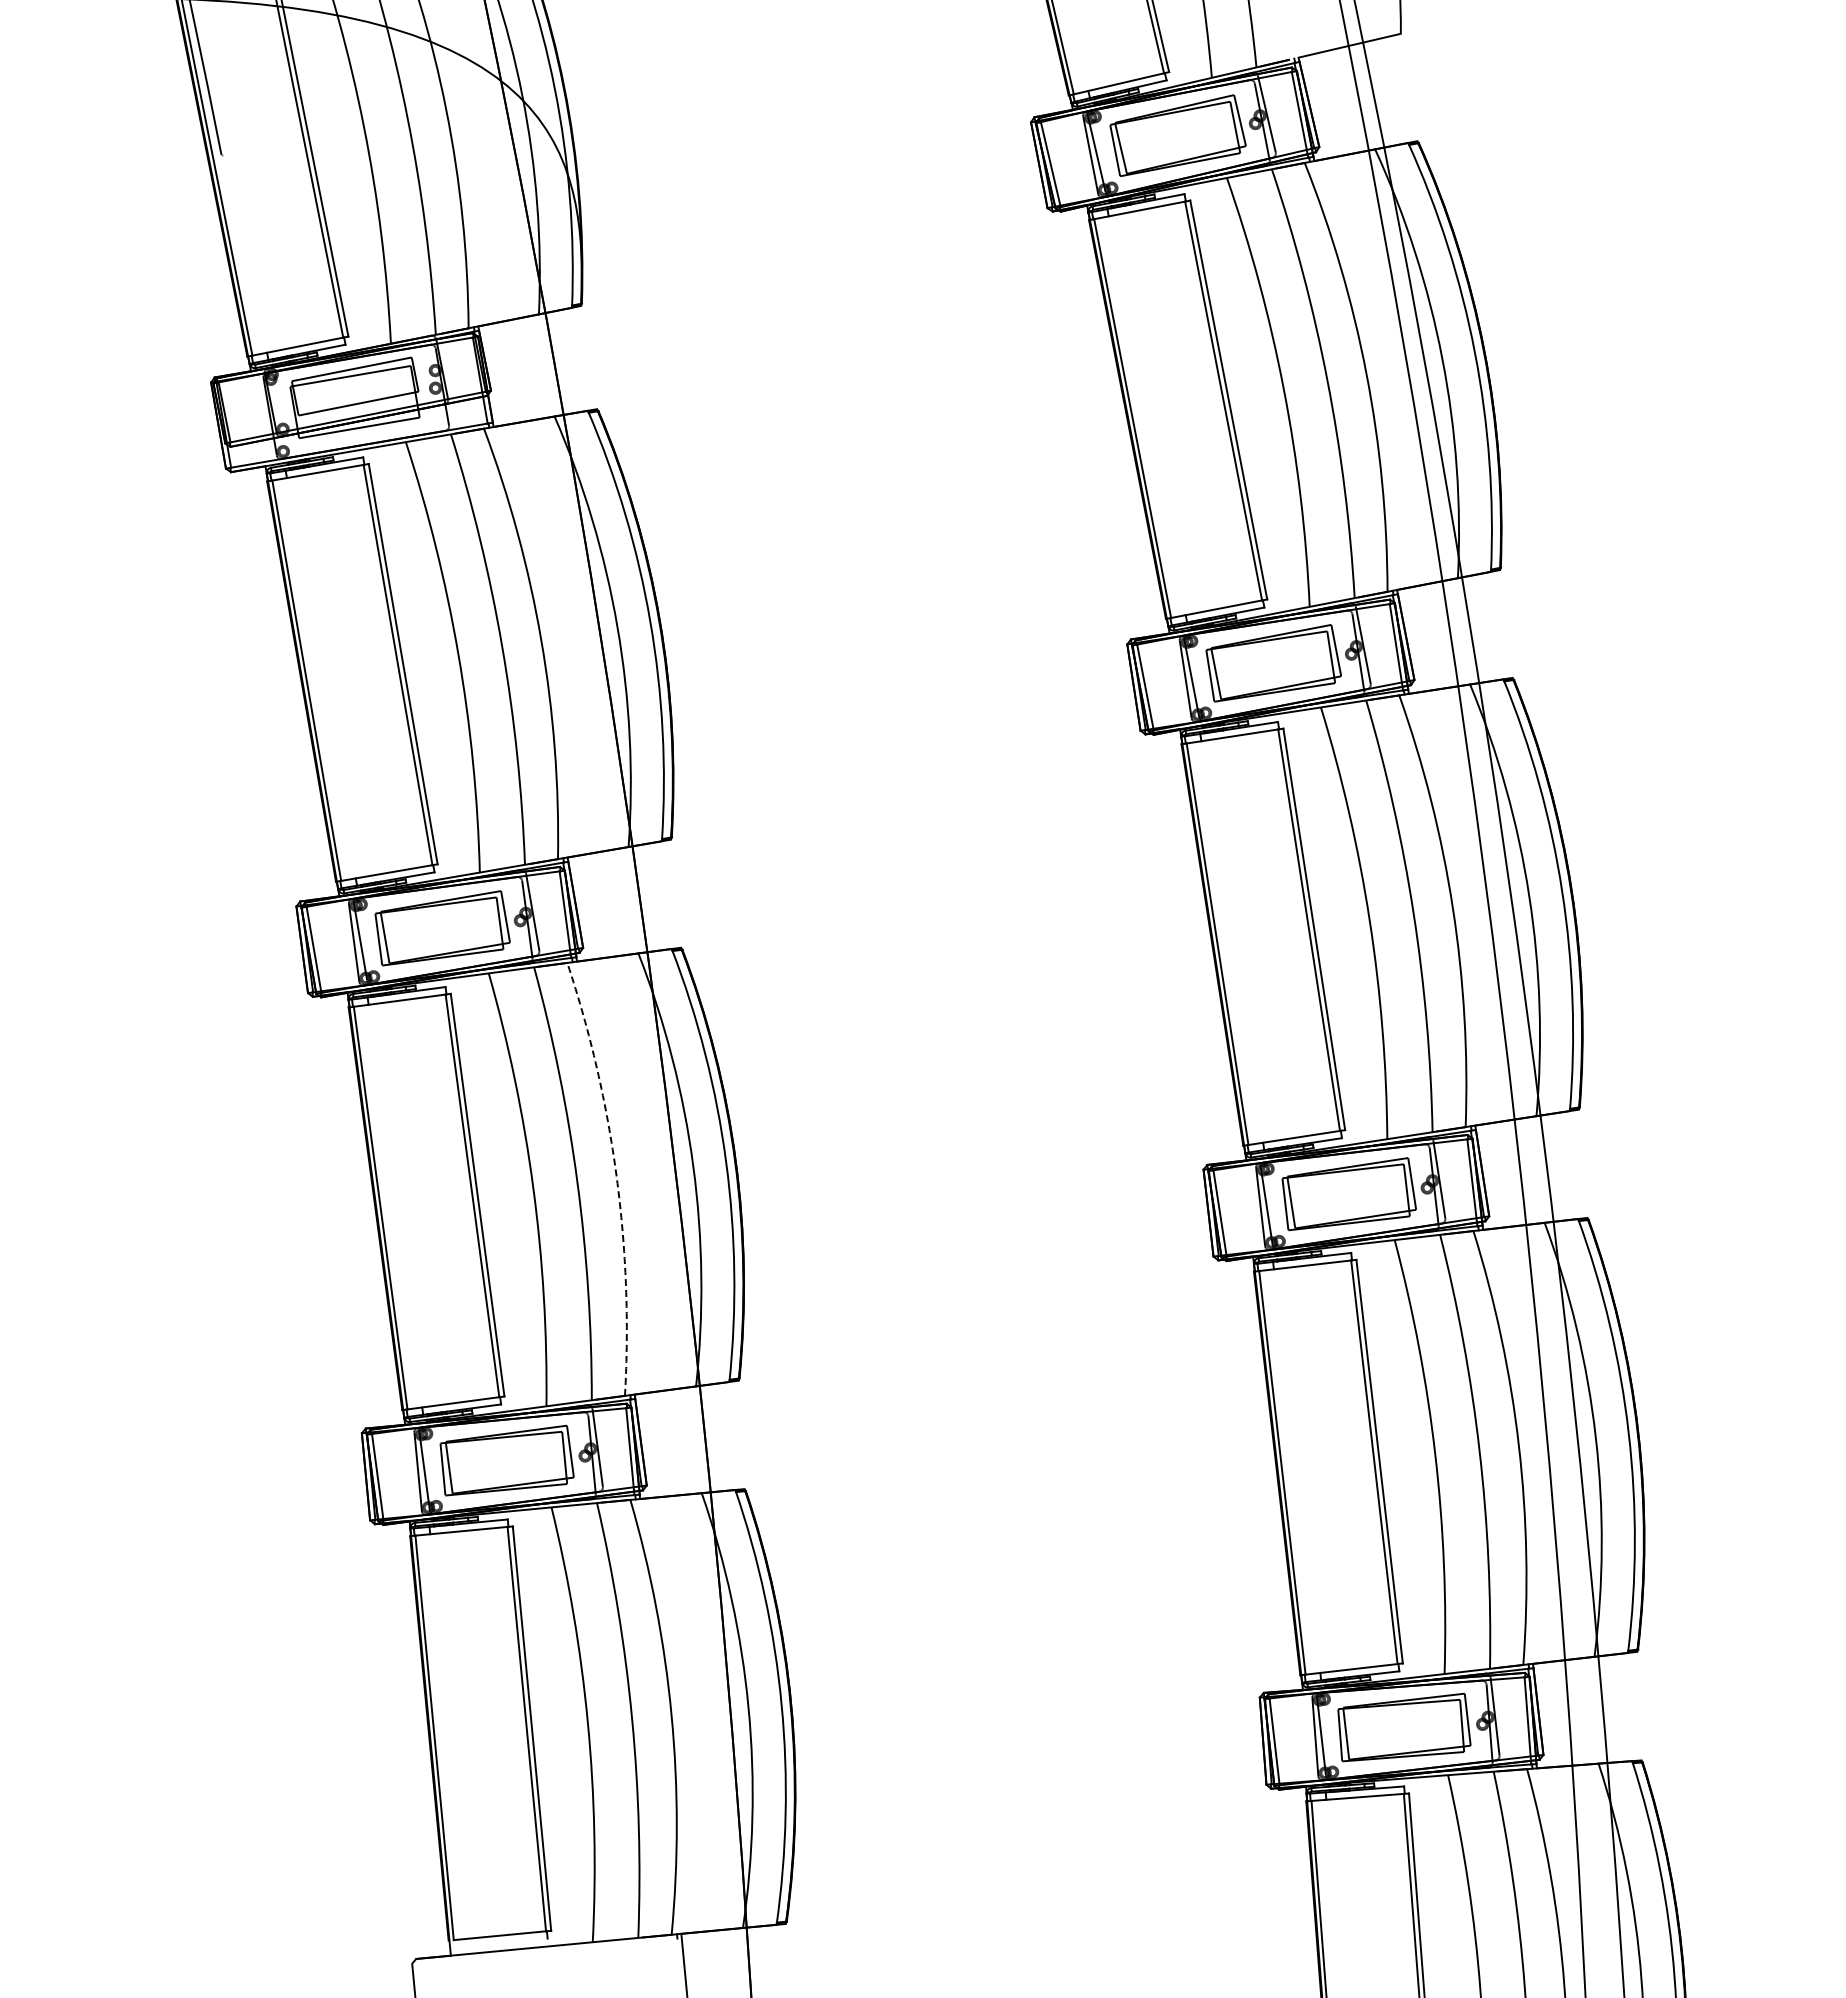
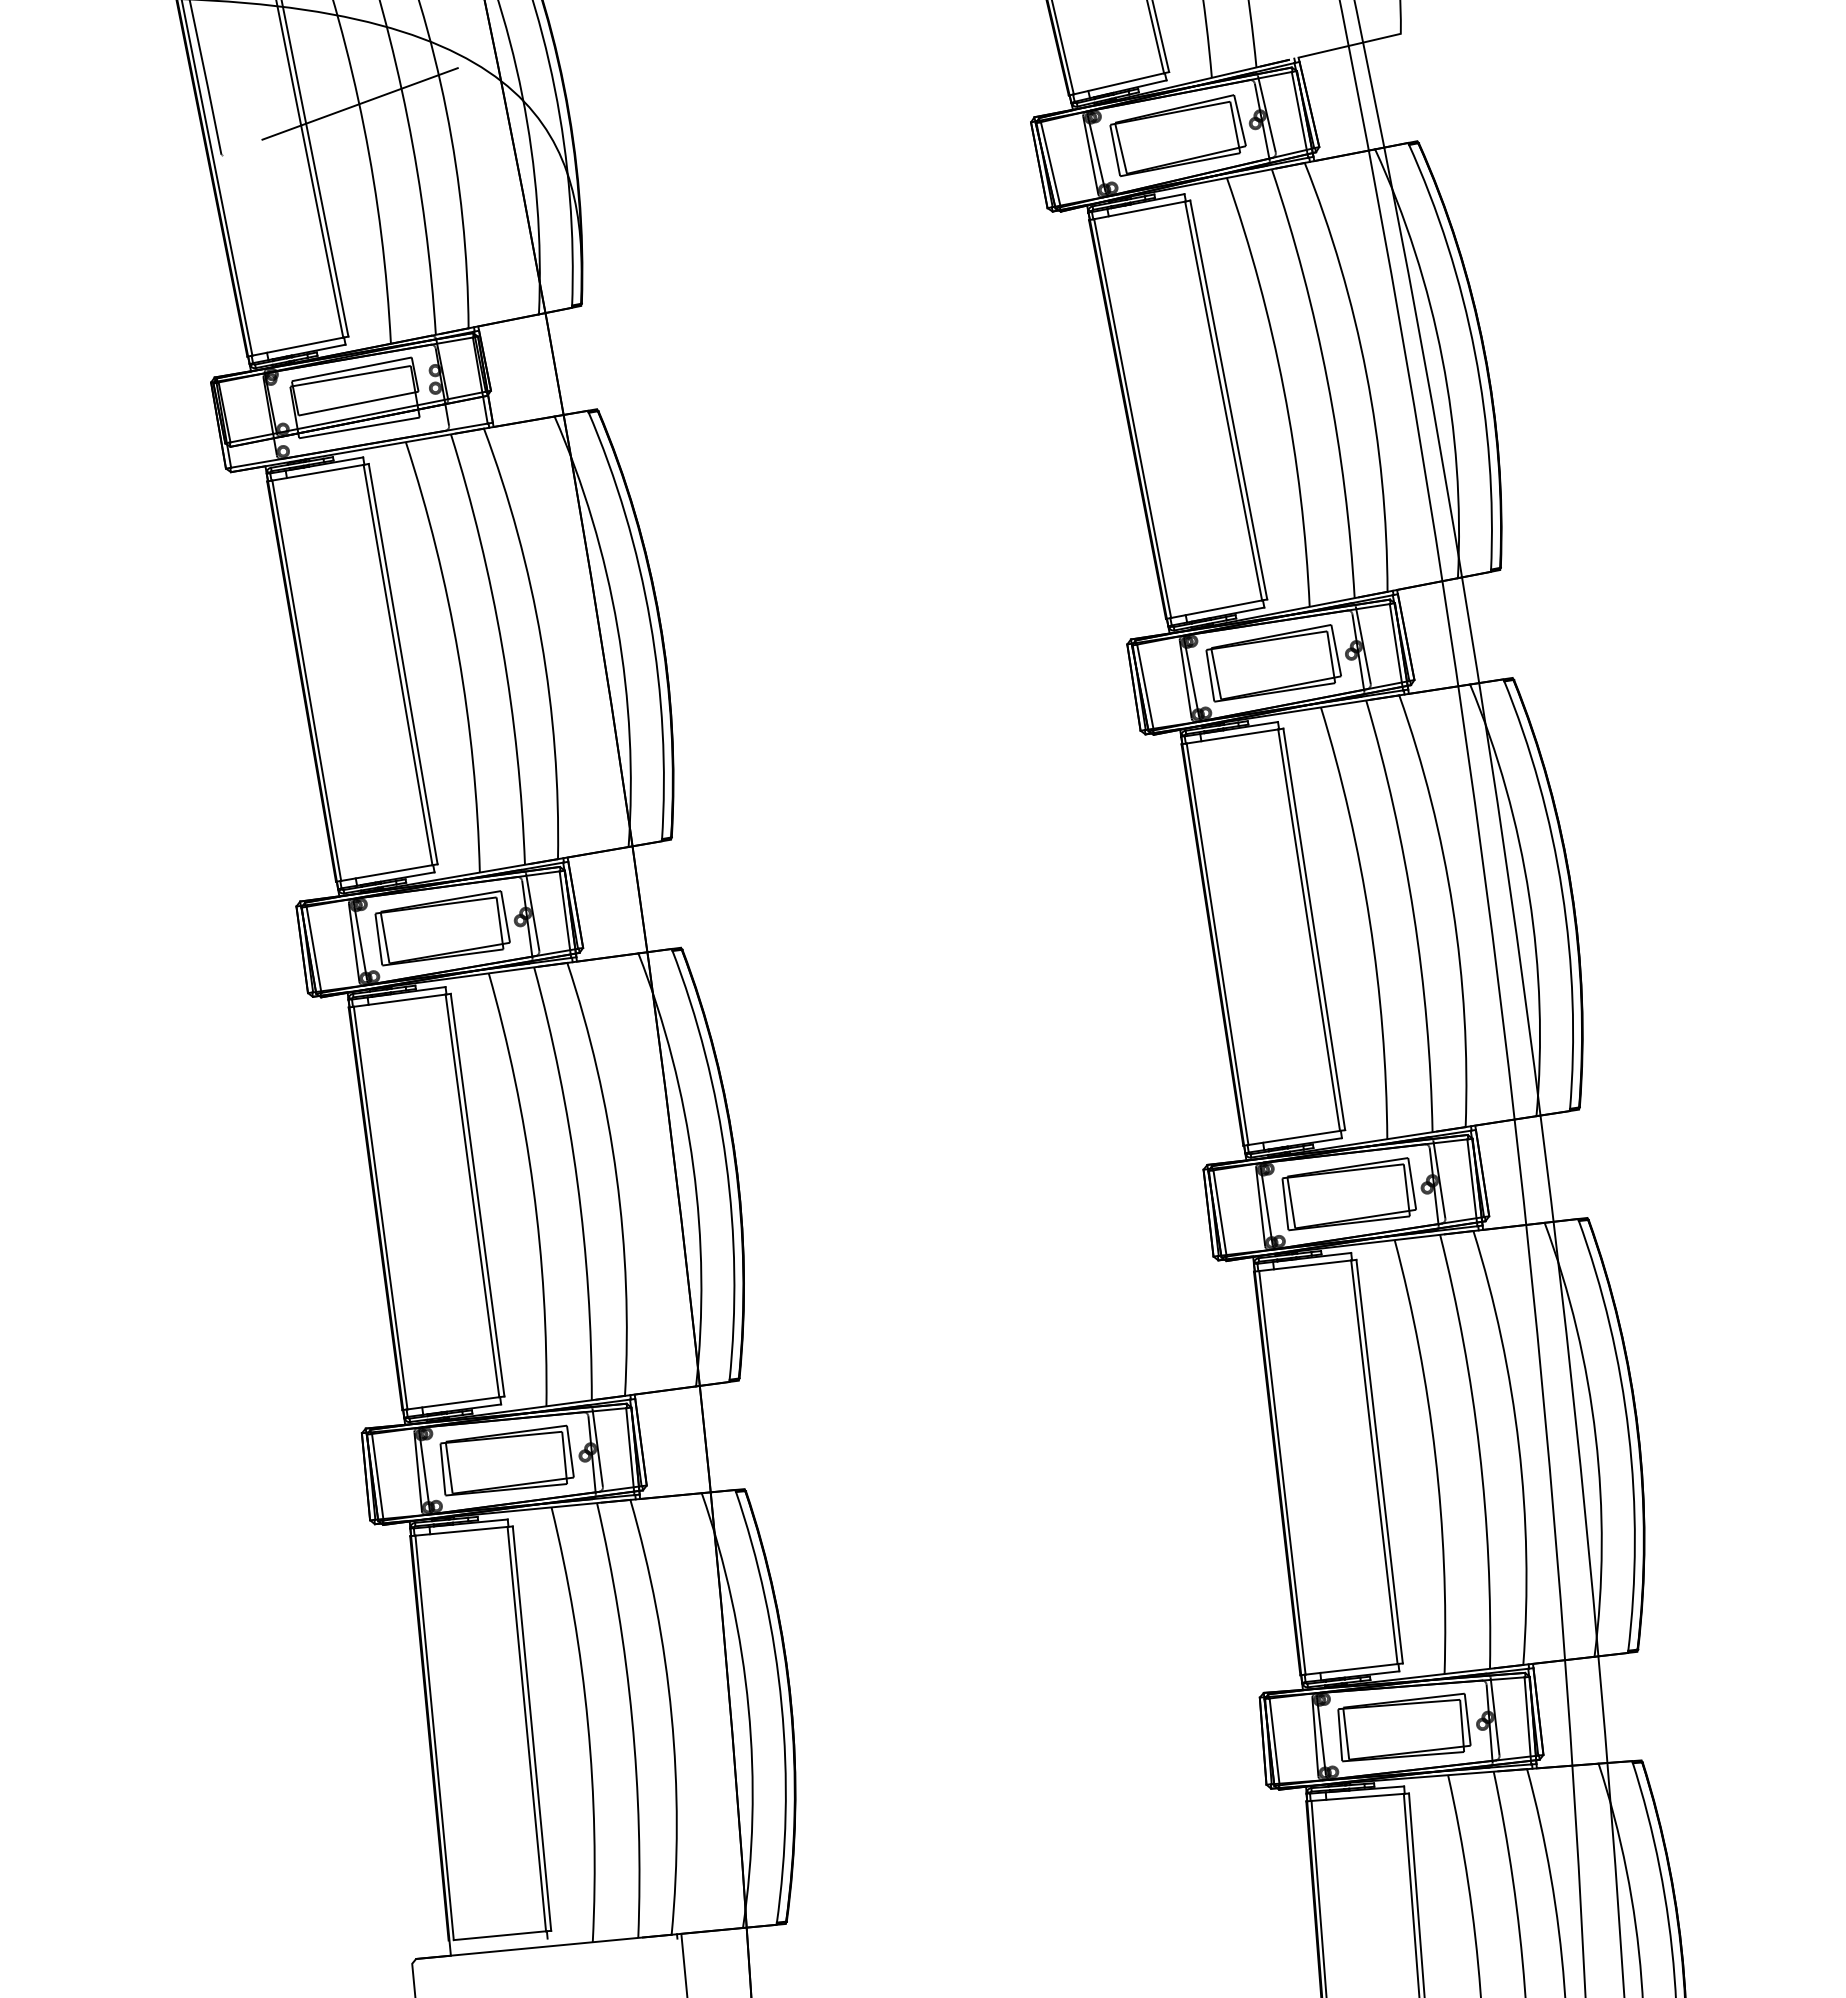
line at (359, 103): none -> present
arc at (616, 1176): dashed -> solid
